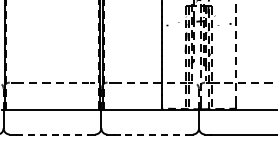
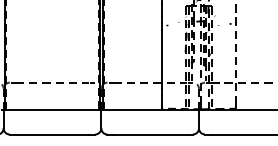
line at (52, 134): dashed -> solid
line at (150, 134): dashed -> solid
